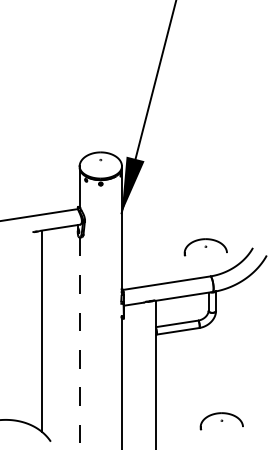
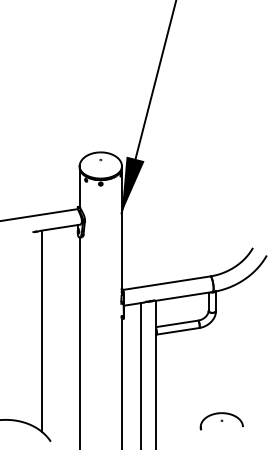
part at (205, 247): present -> none
line at (80, 343): dashed -> solid
line at (140, 374): none -> present
